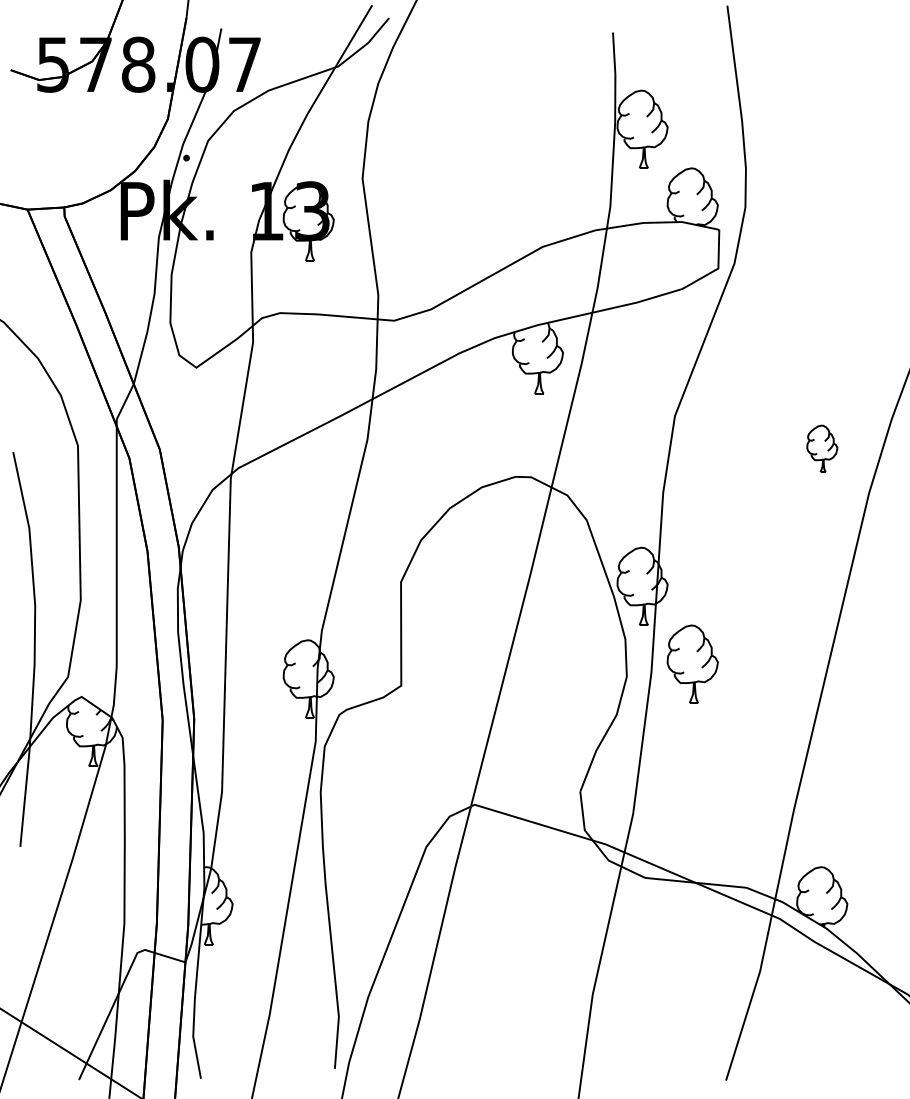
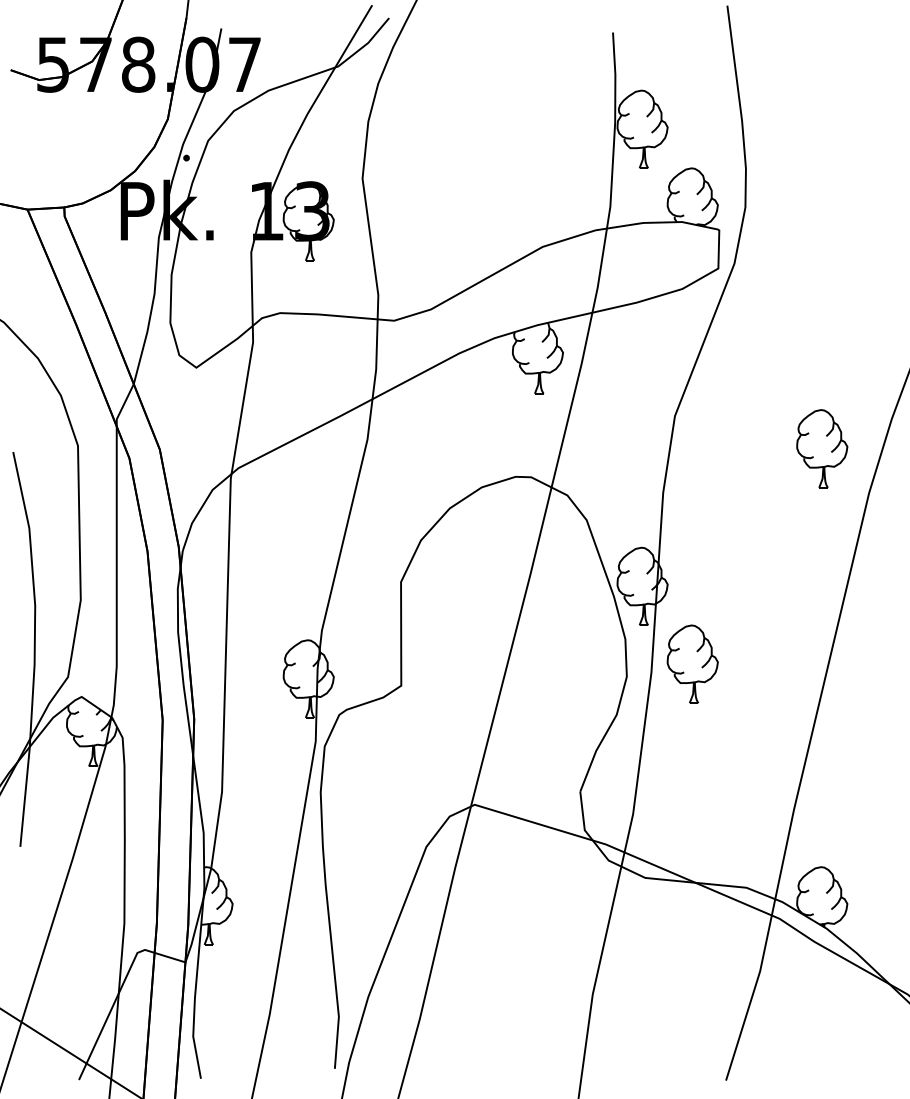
part at (822, 448) size: 33x49 px -> 53x80 px
